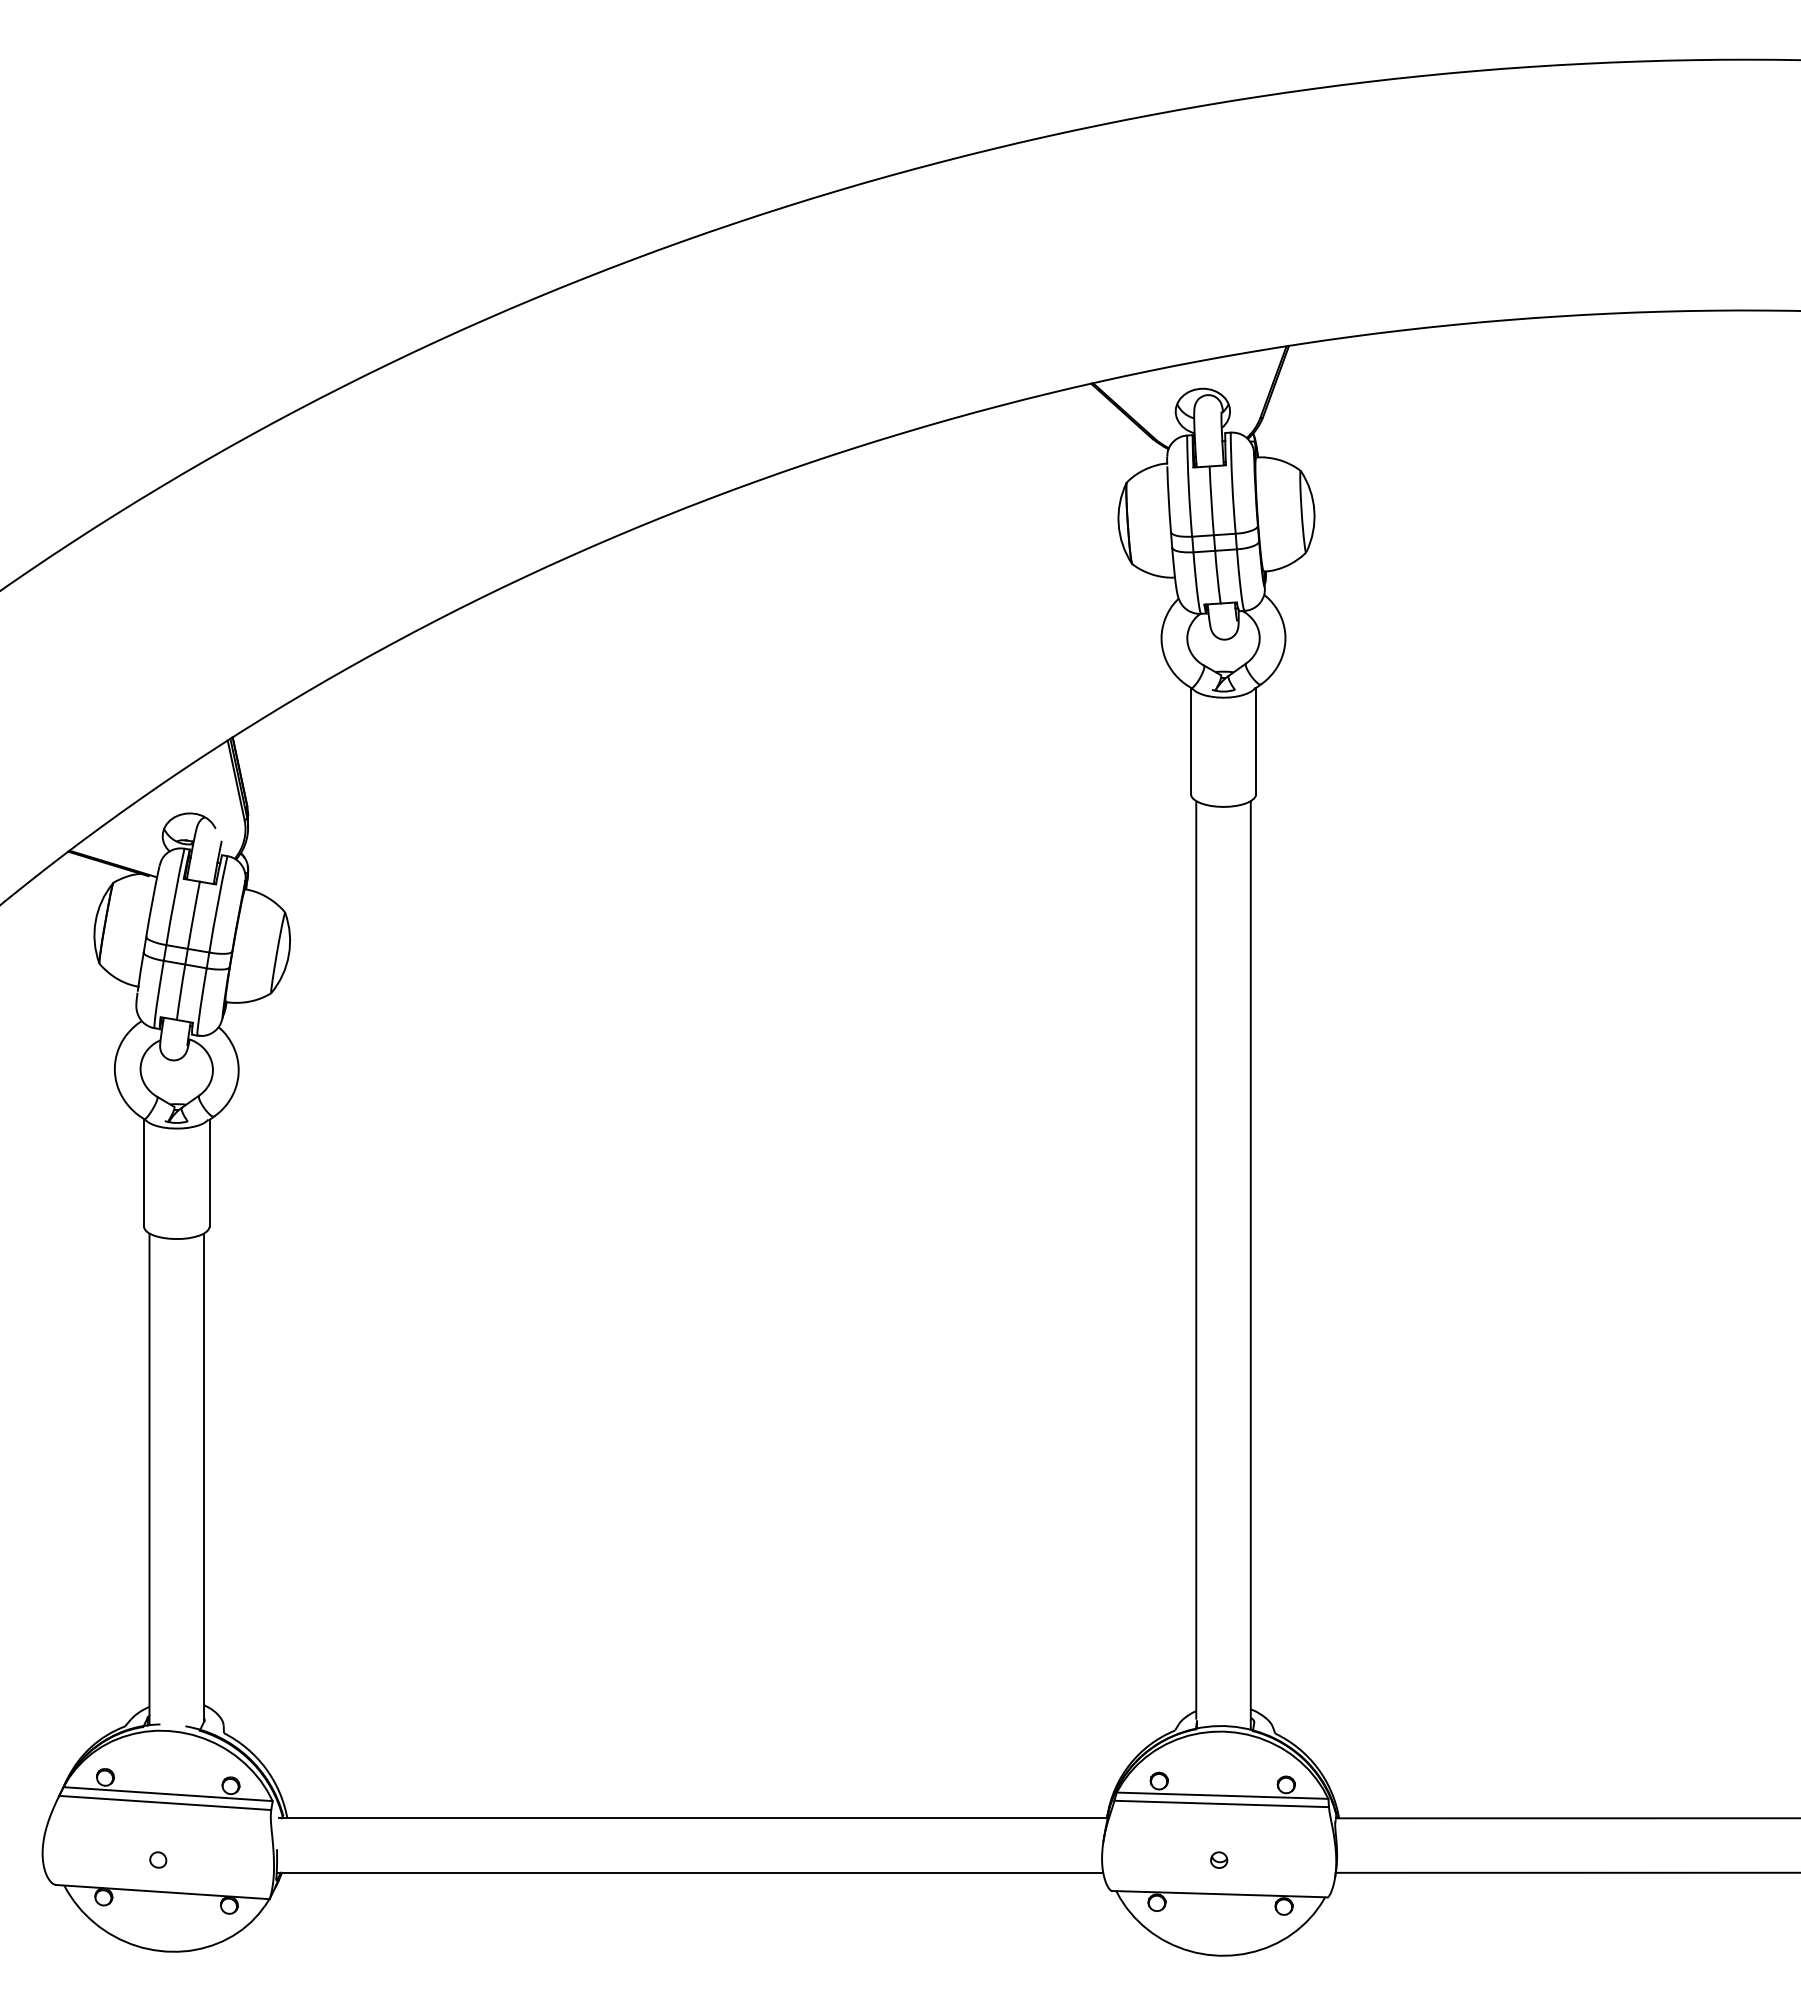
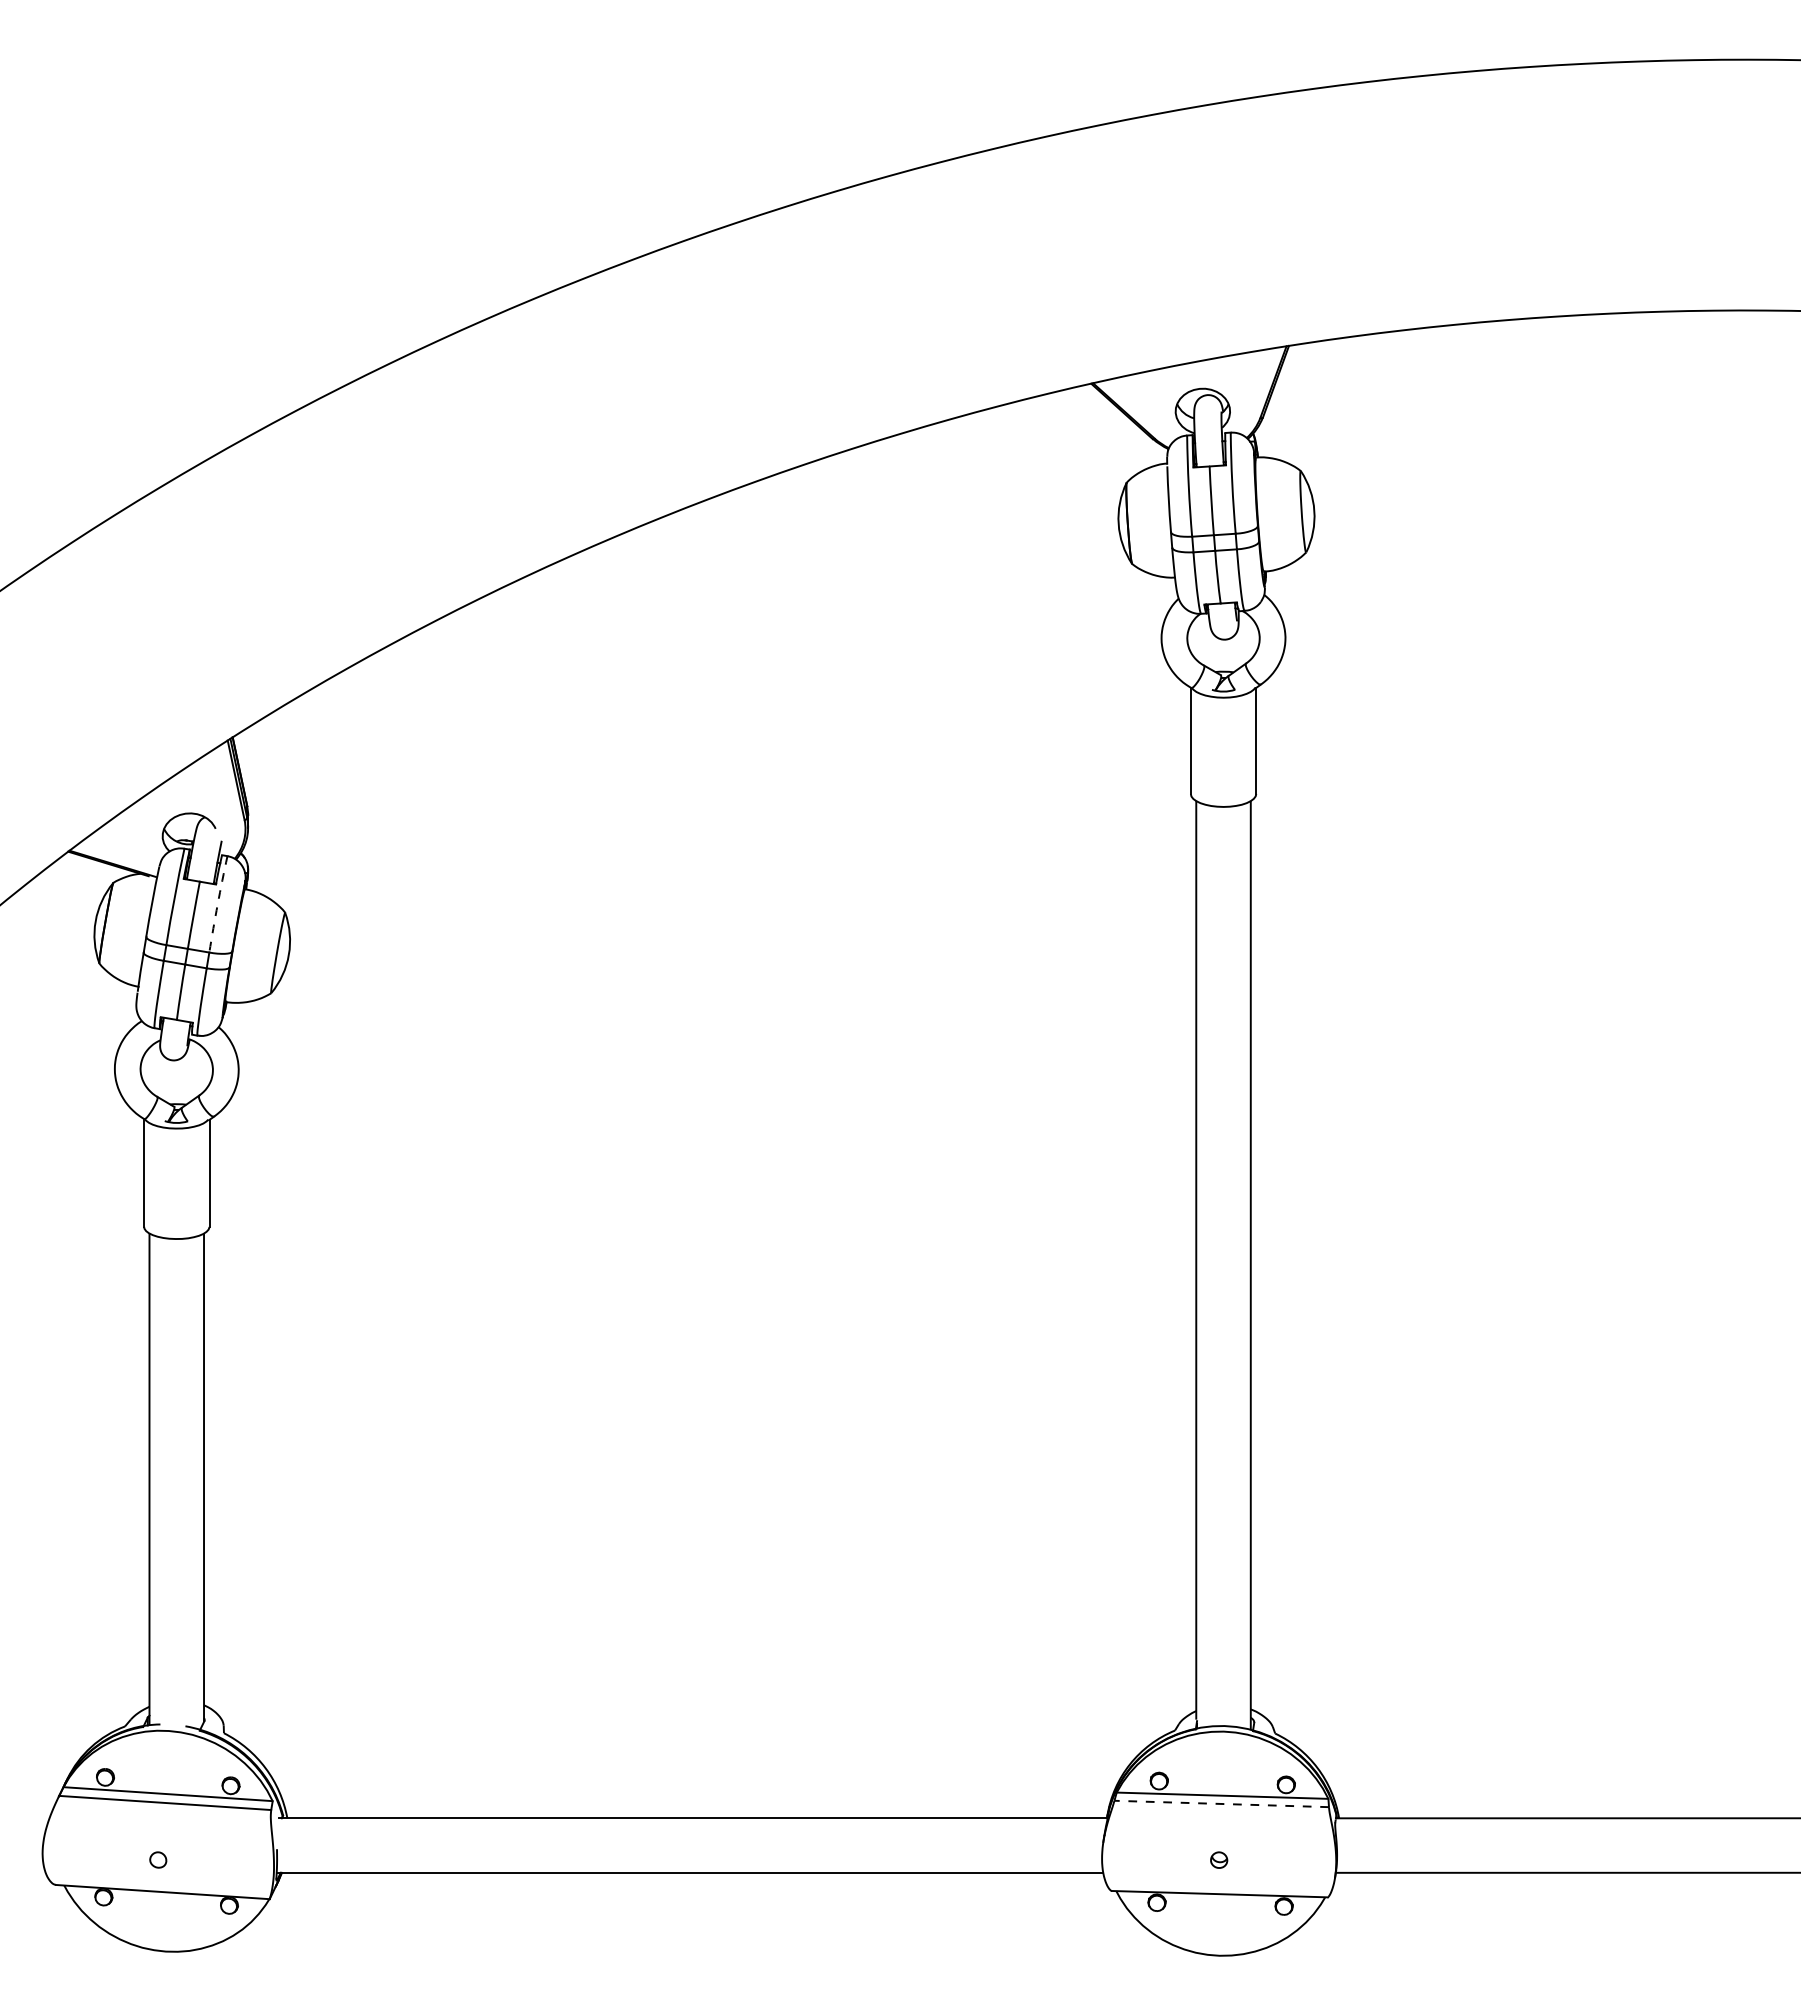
arc at (217, 904): solid -> dashed
line at (1221, 1803): solid -> dashed
